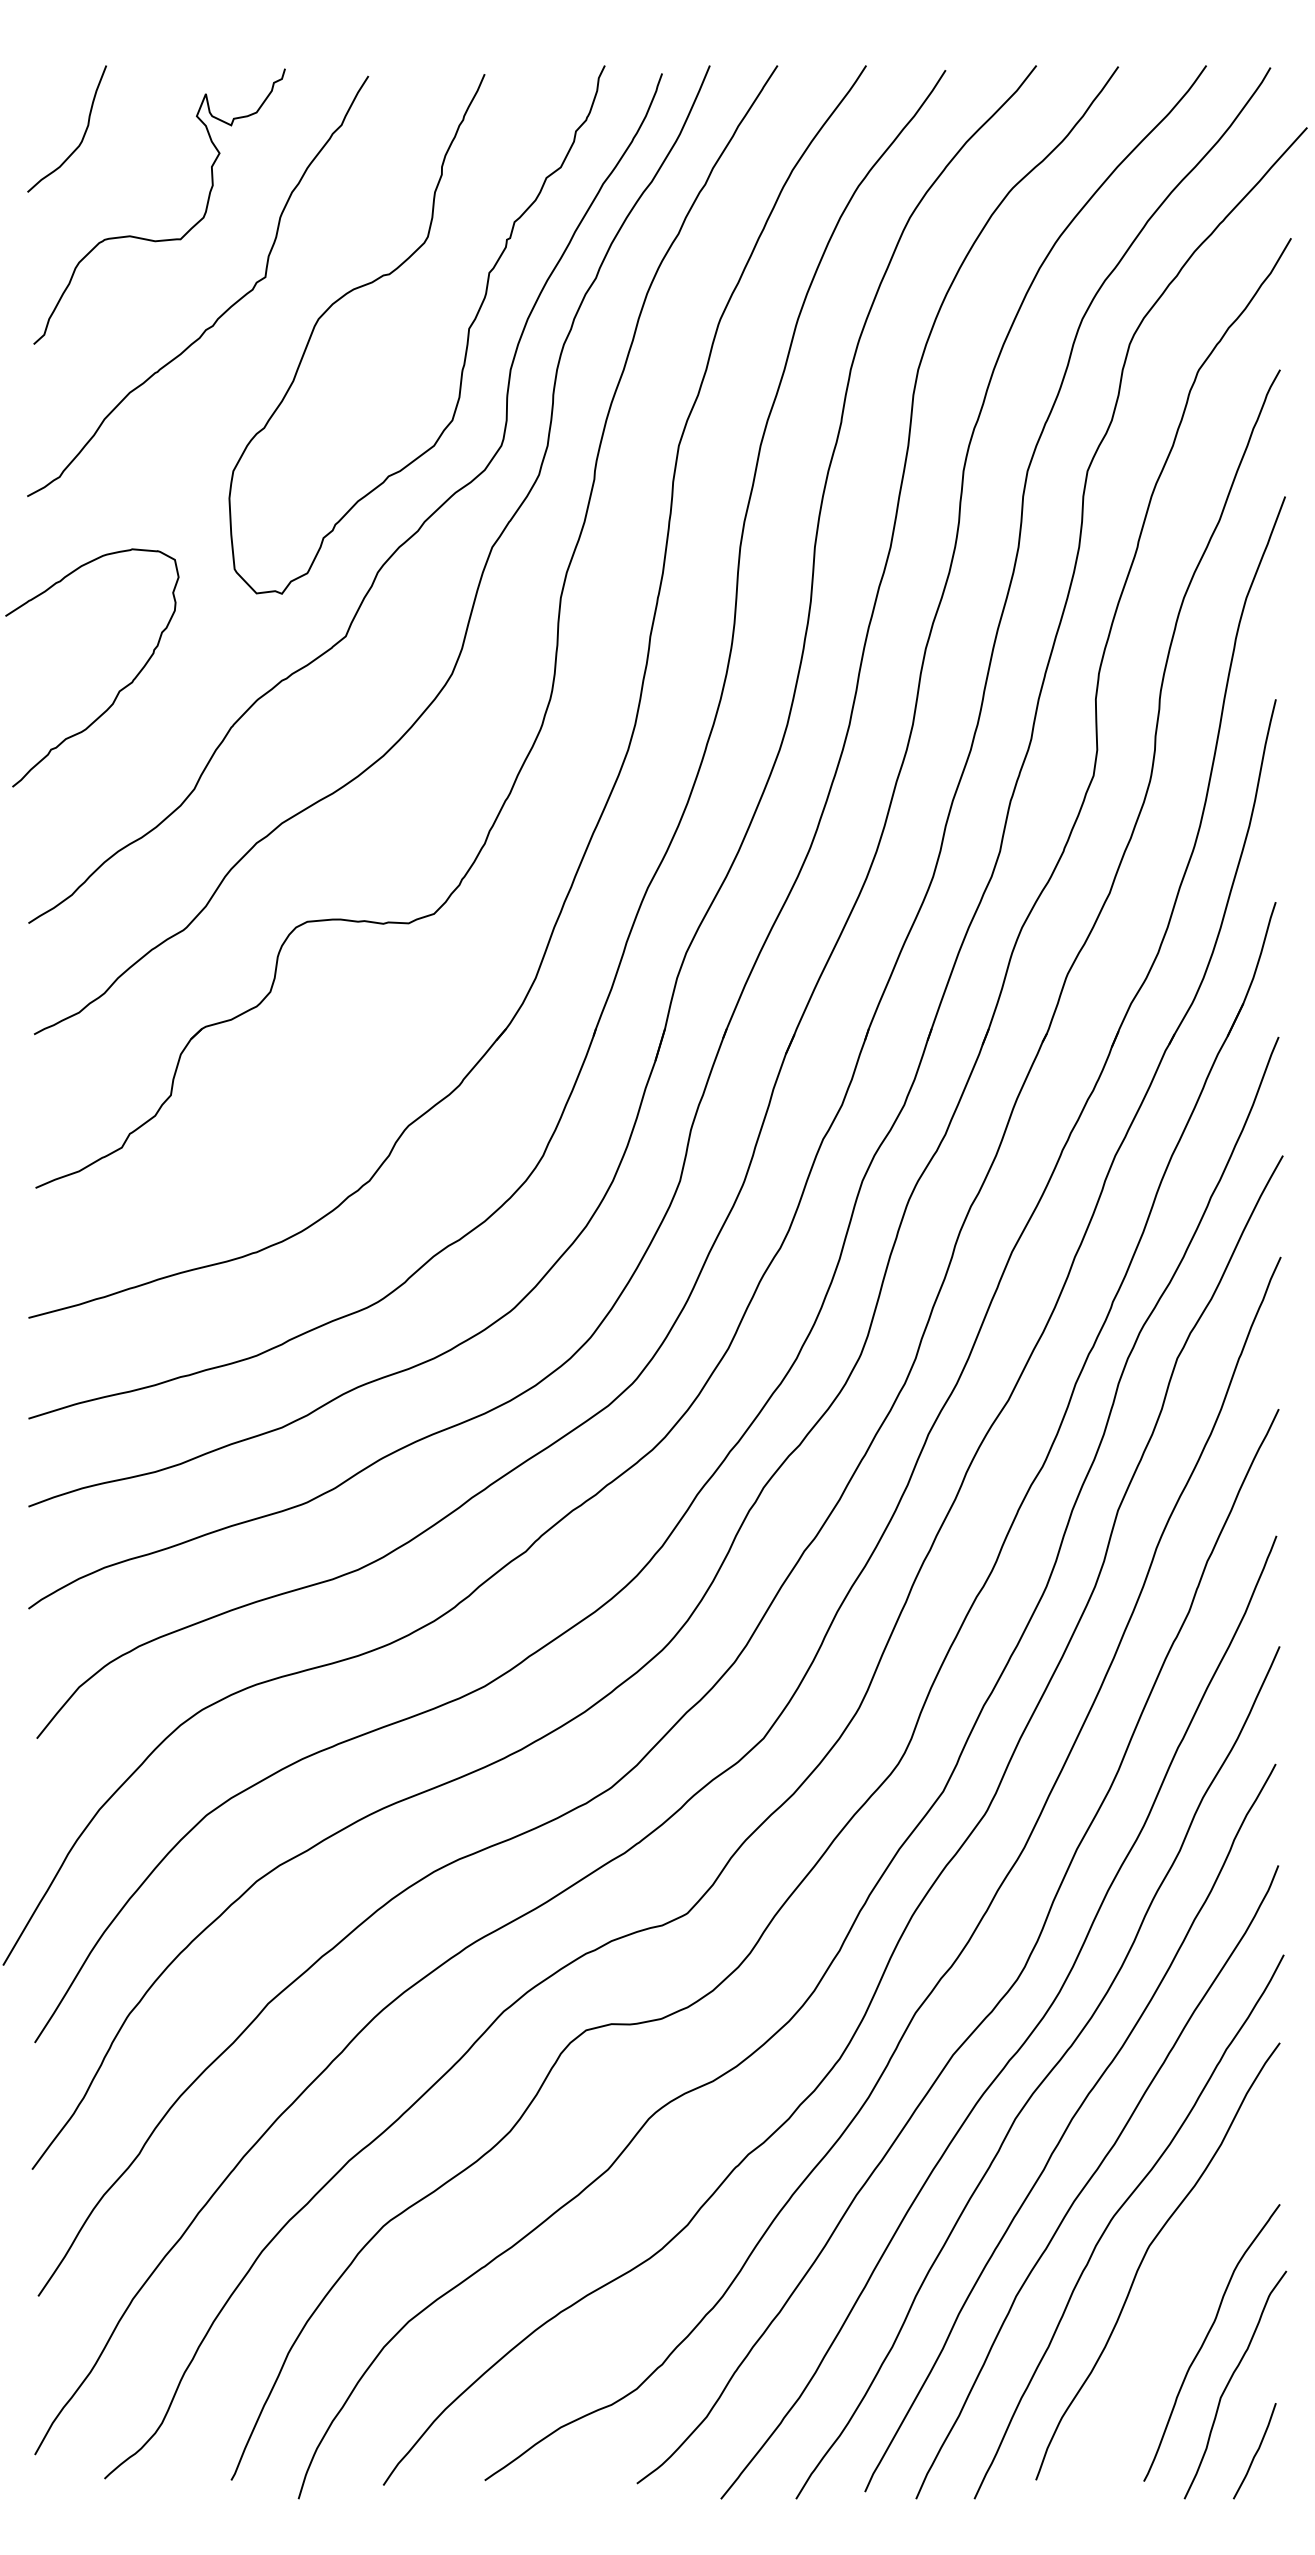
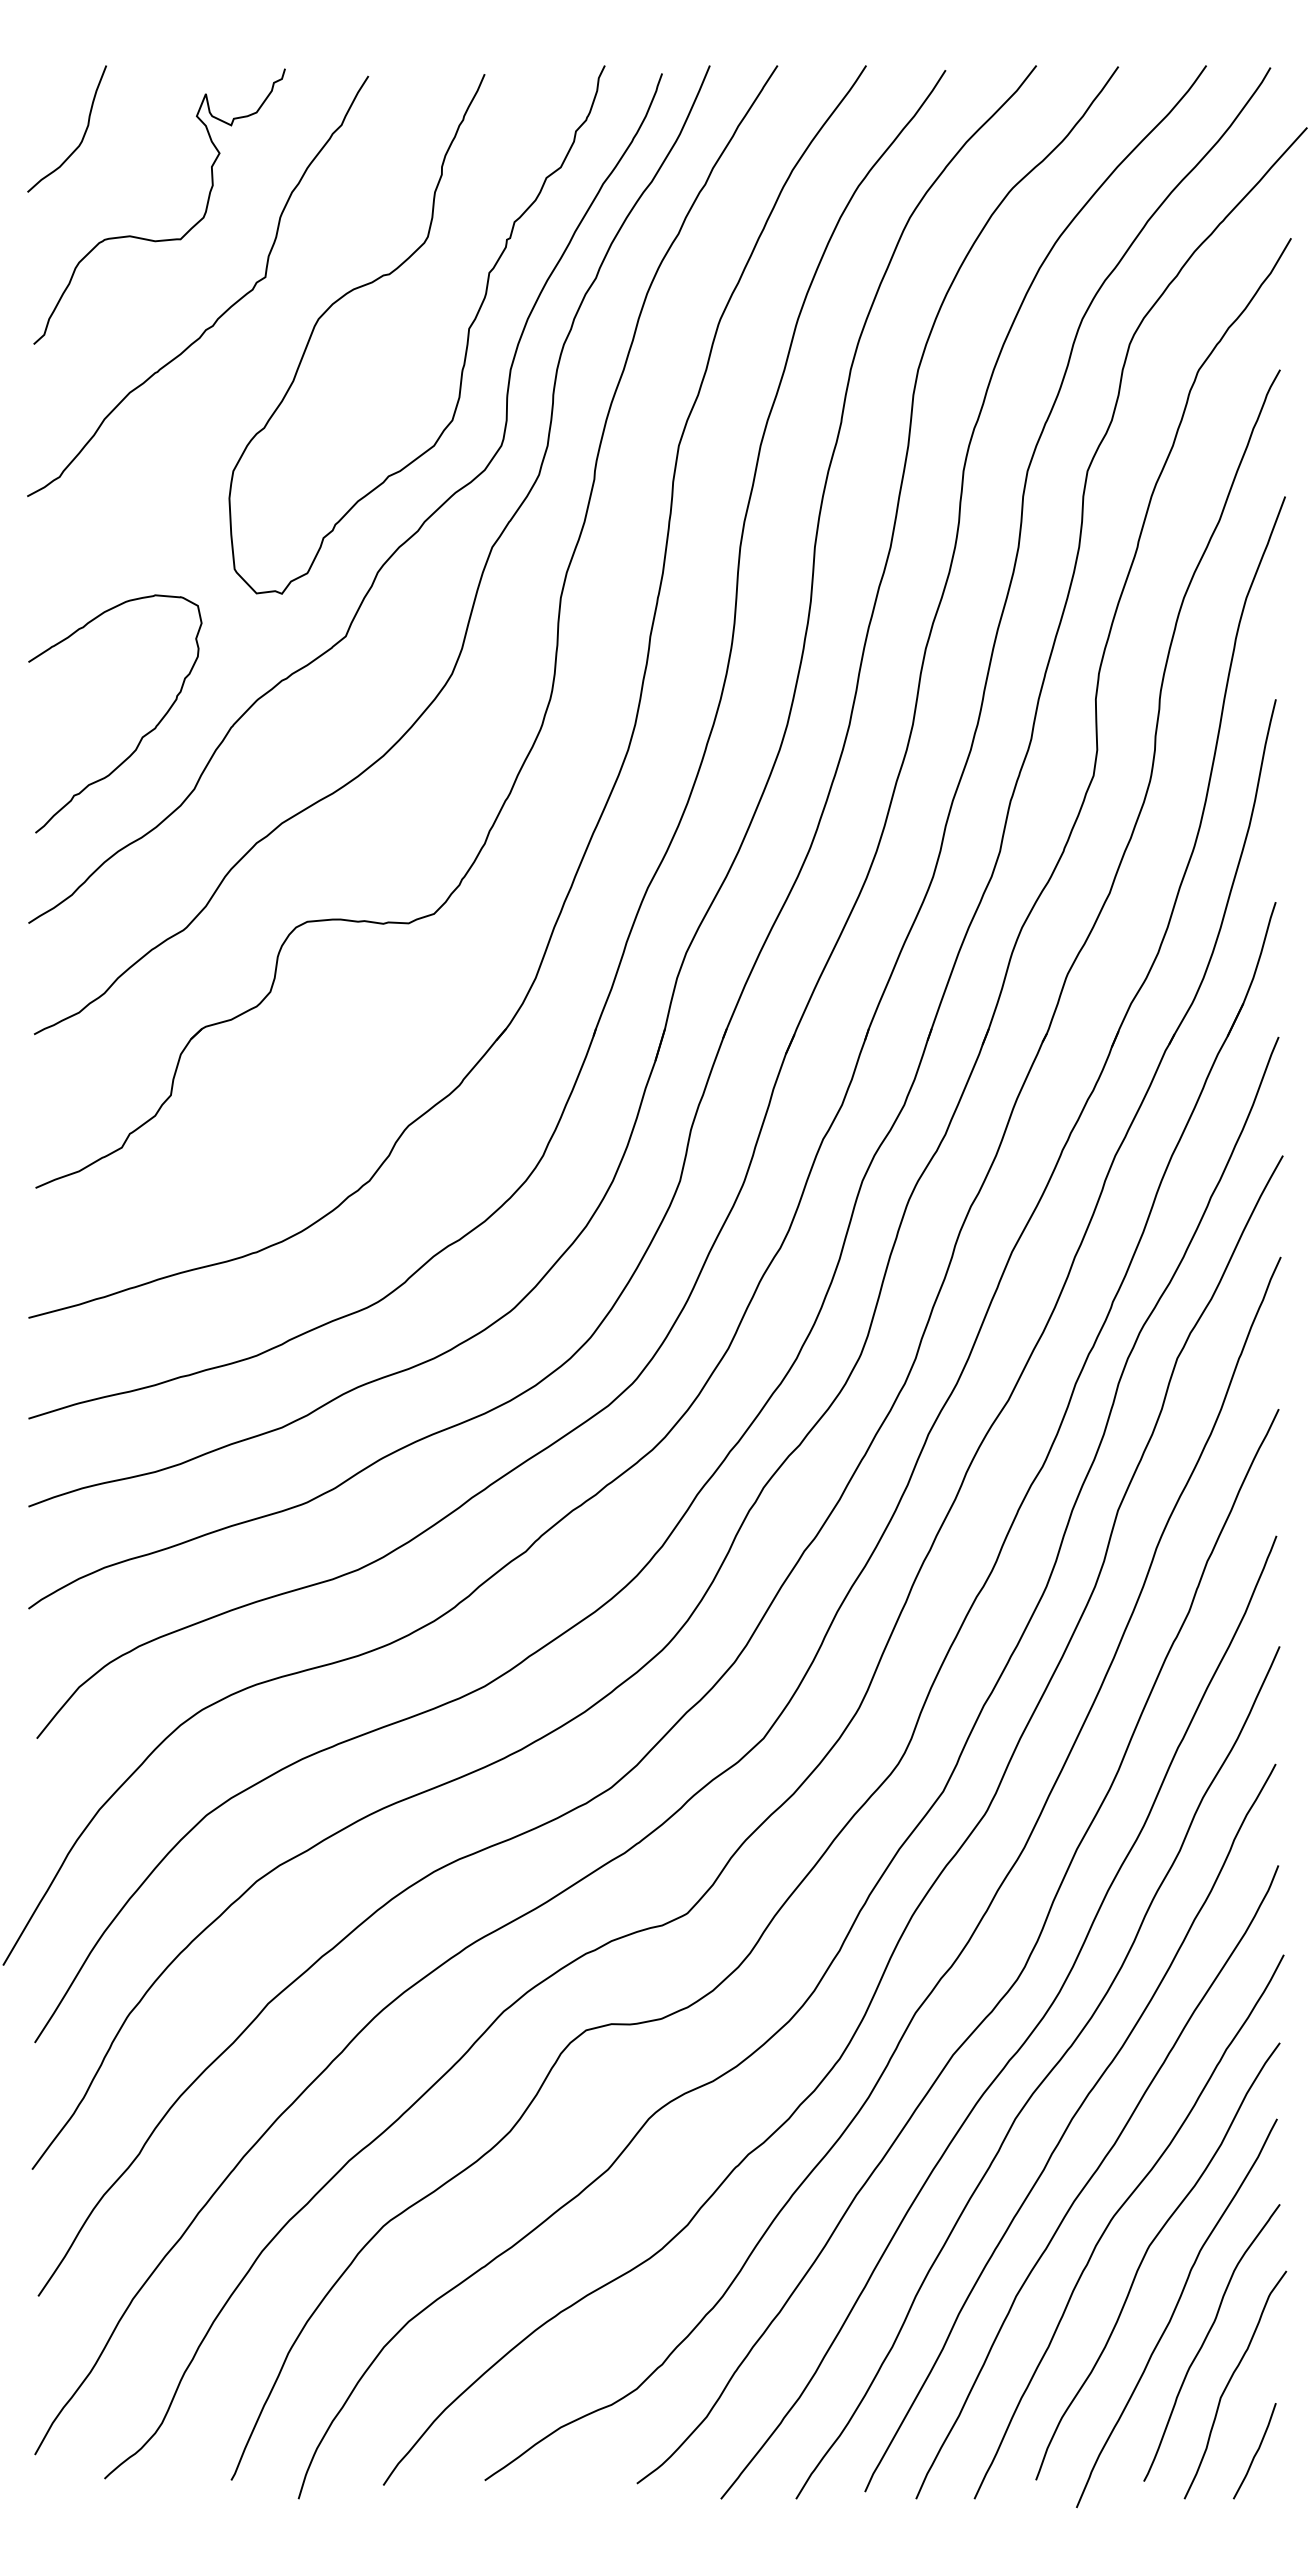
curve at (118, 691) position: (118, 691) -> (141, 737)
curve at (1174, 2313): none -> present
